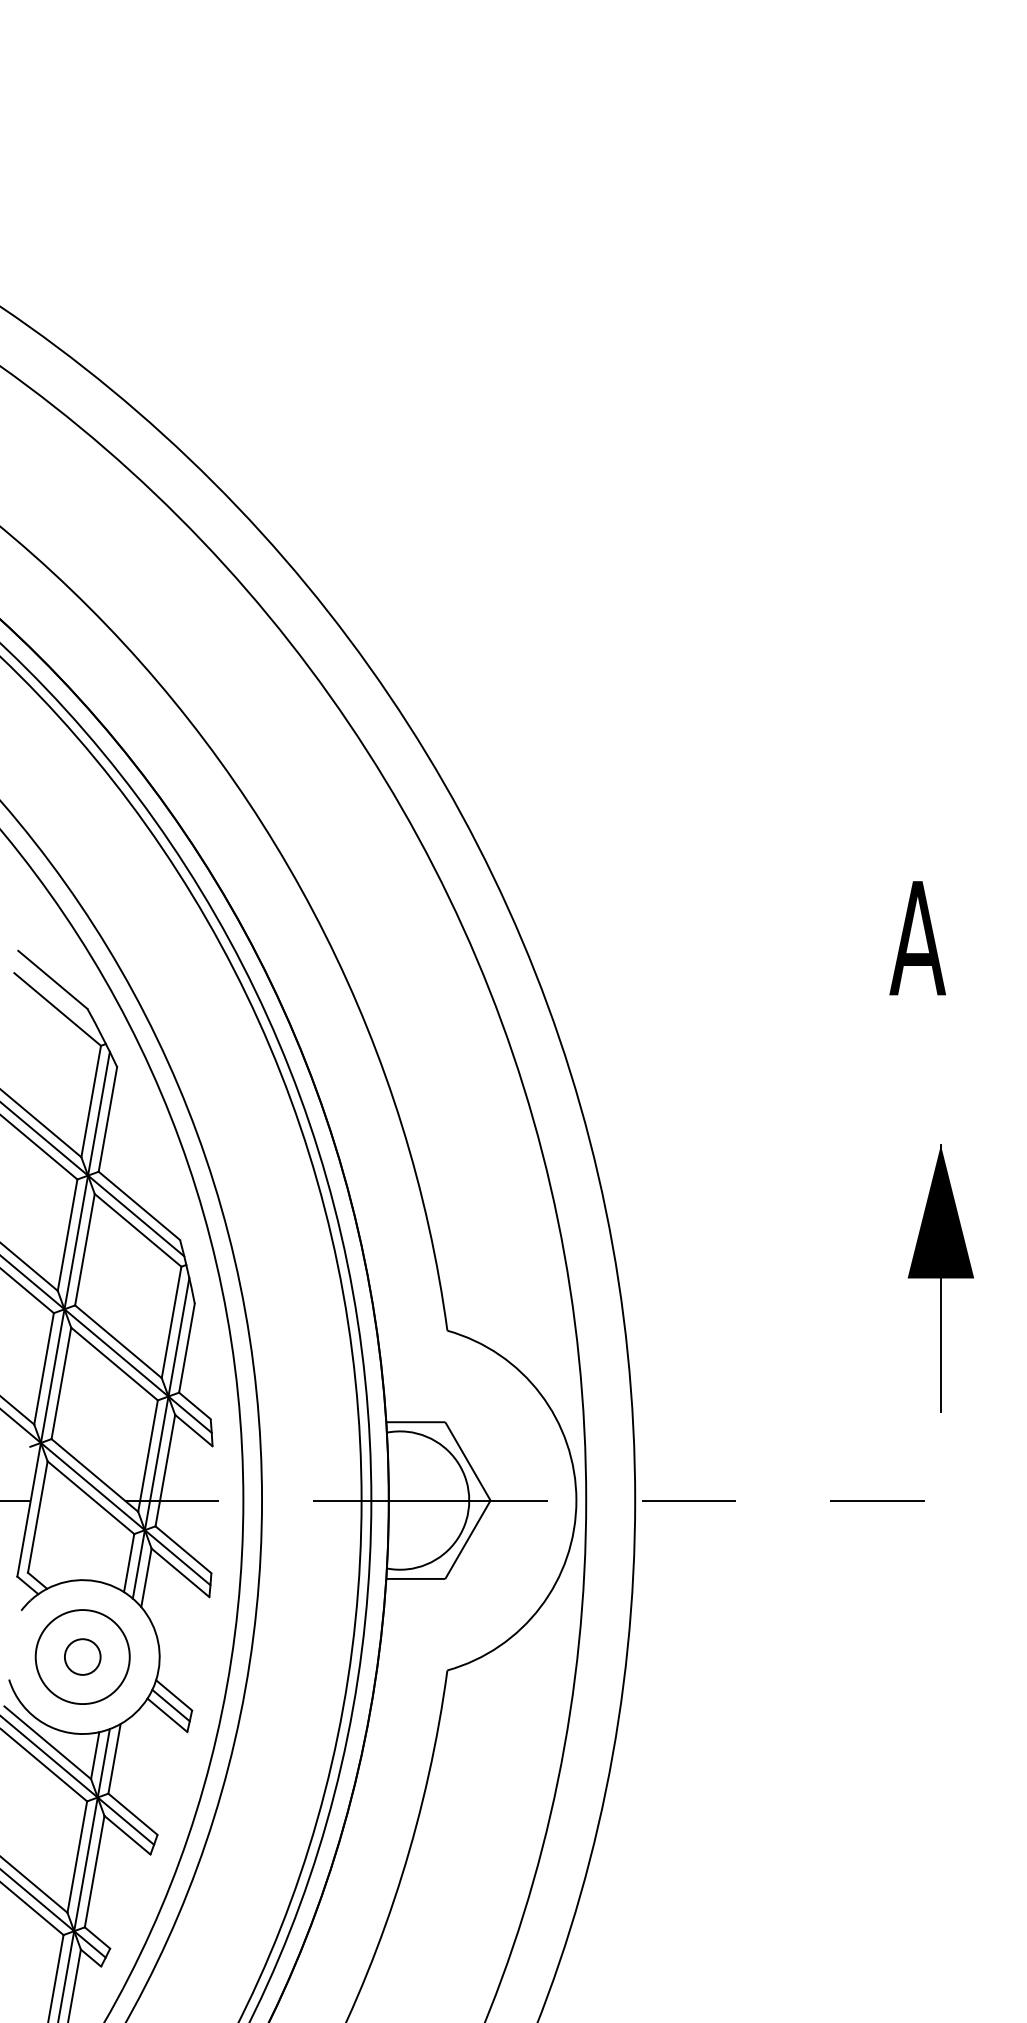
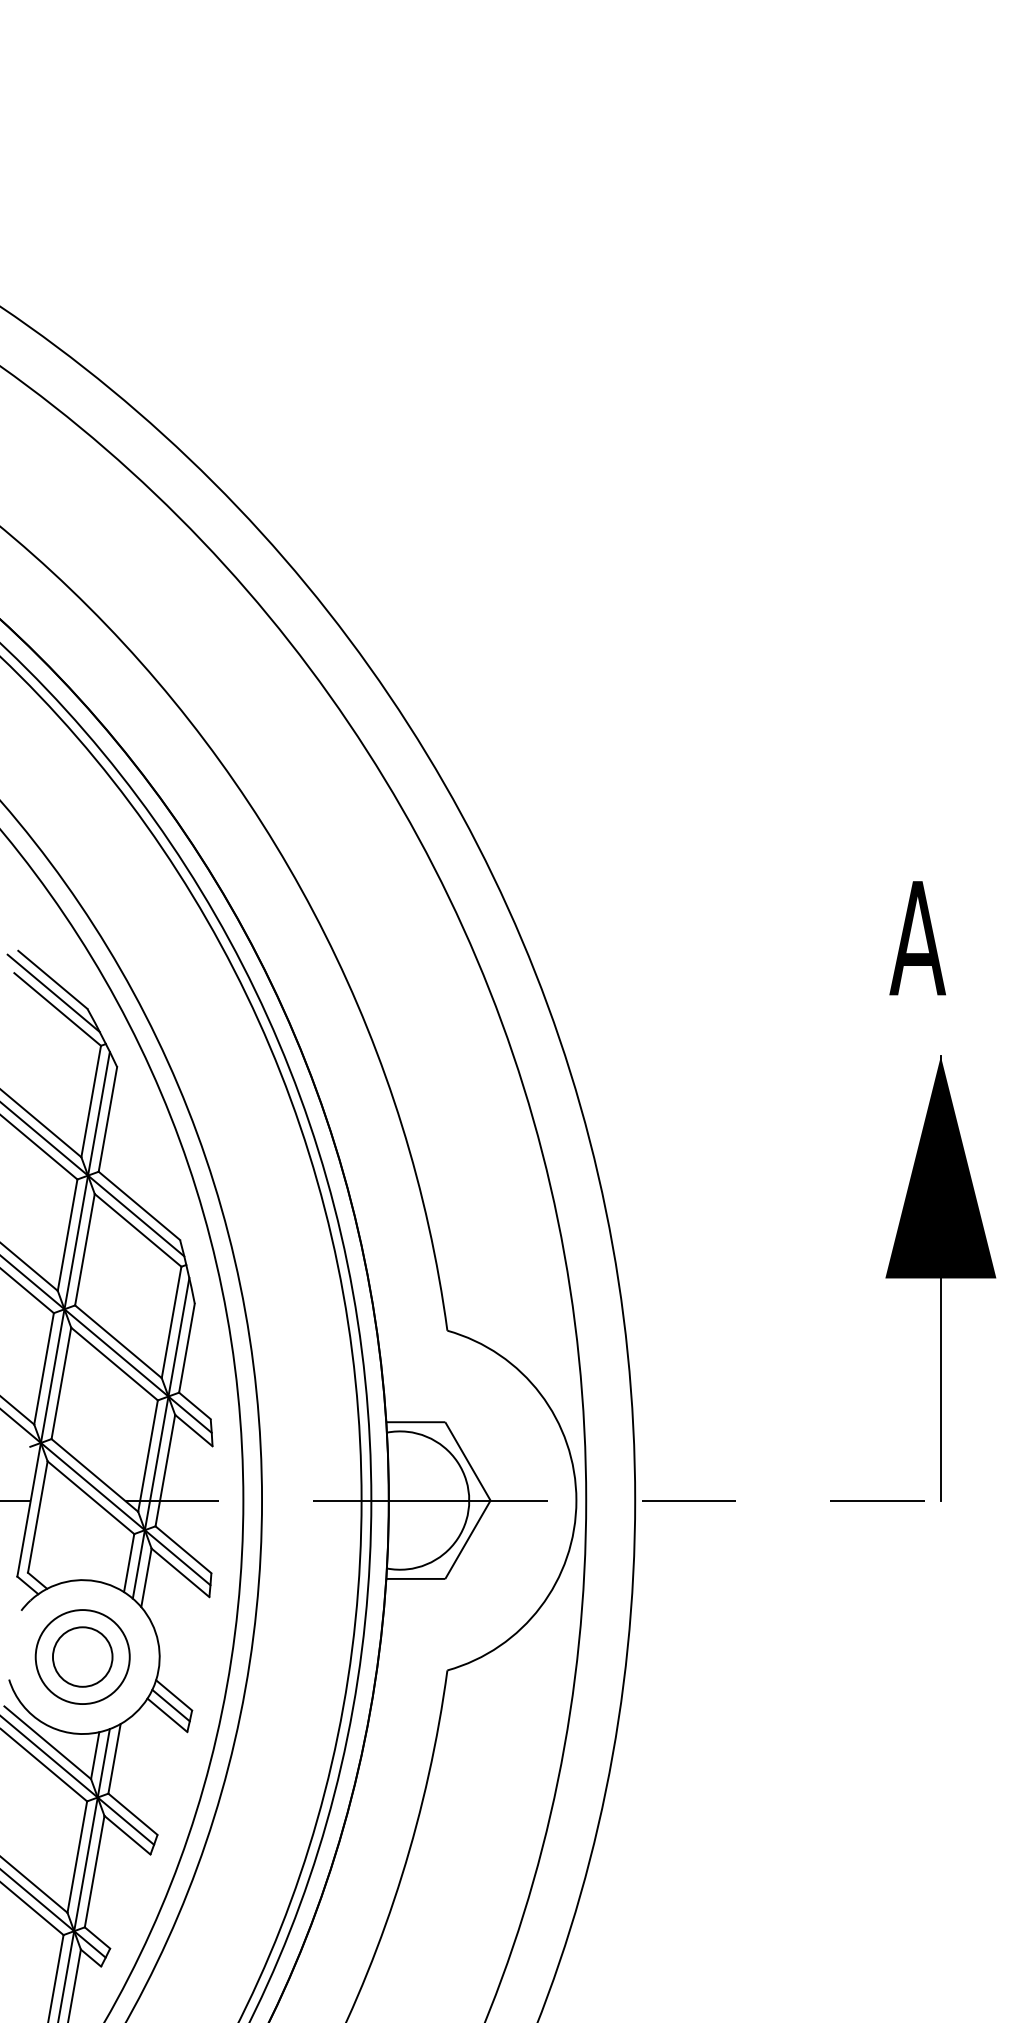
line at (53, 993): none -> present
part at (940, 1278) size: 67x269 px -> 112x447 px
circle at (82, 1656) diameter: 36 px -> 60 px
